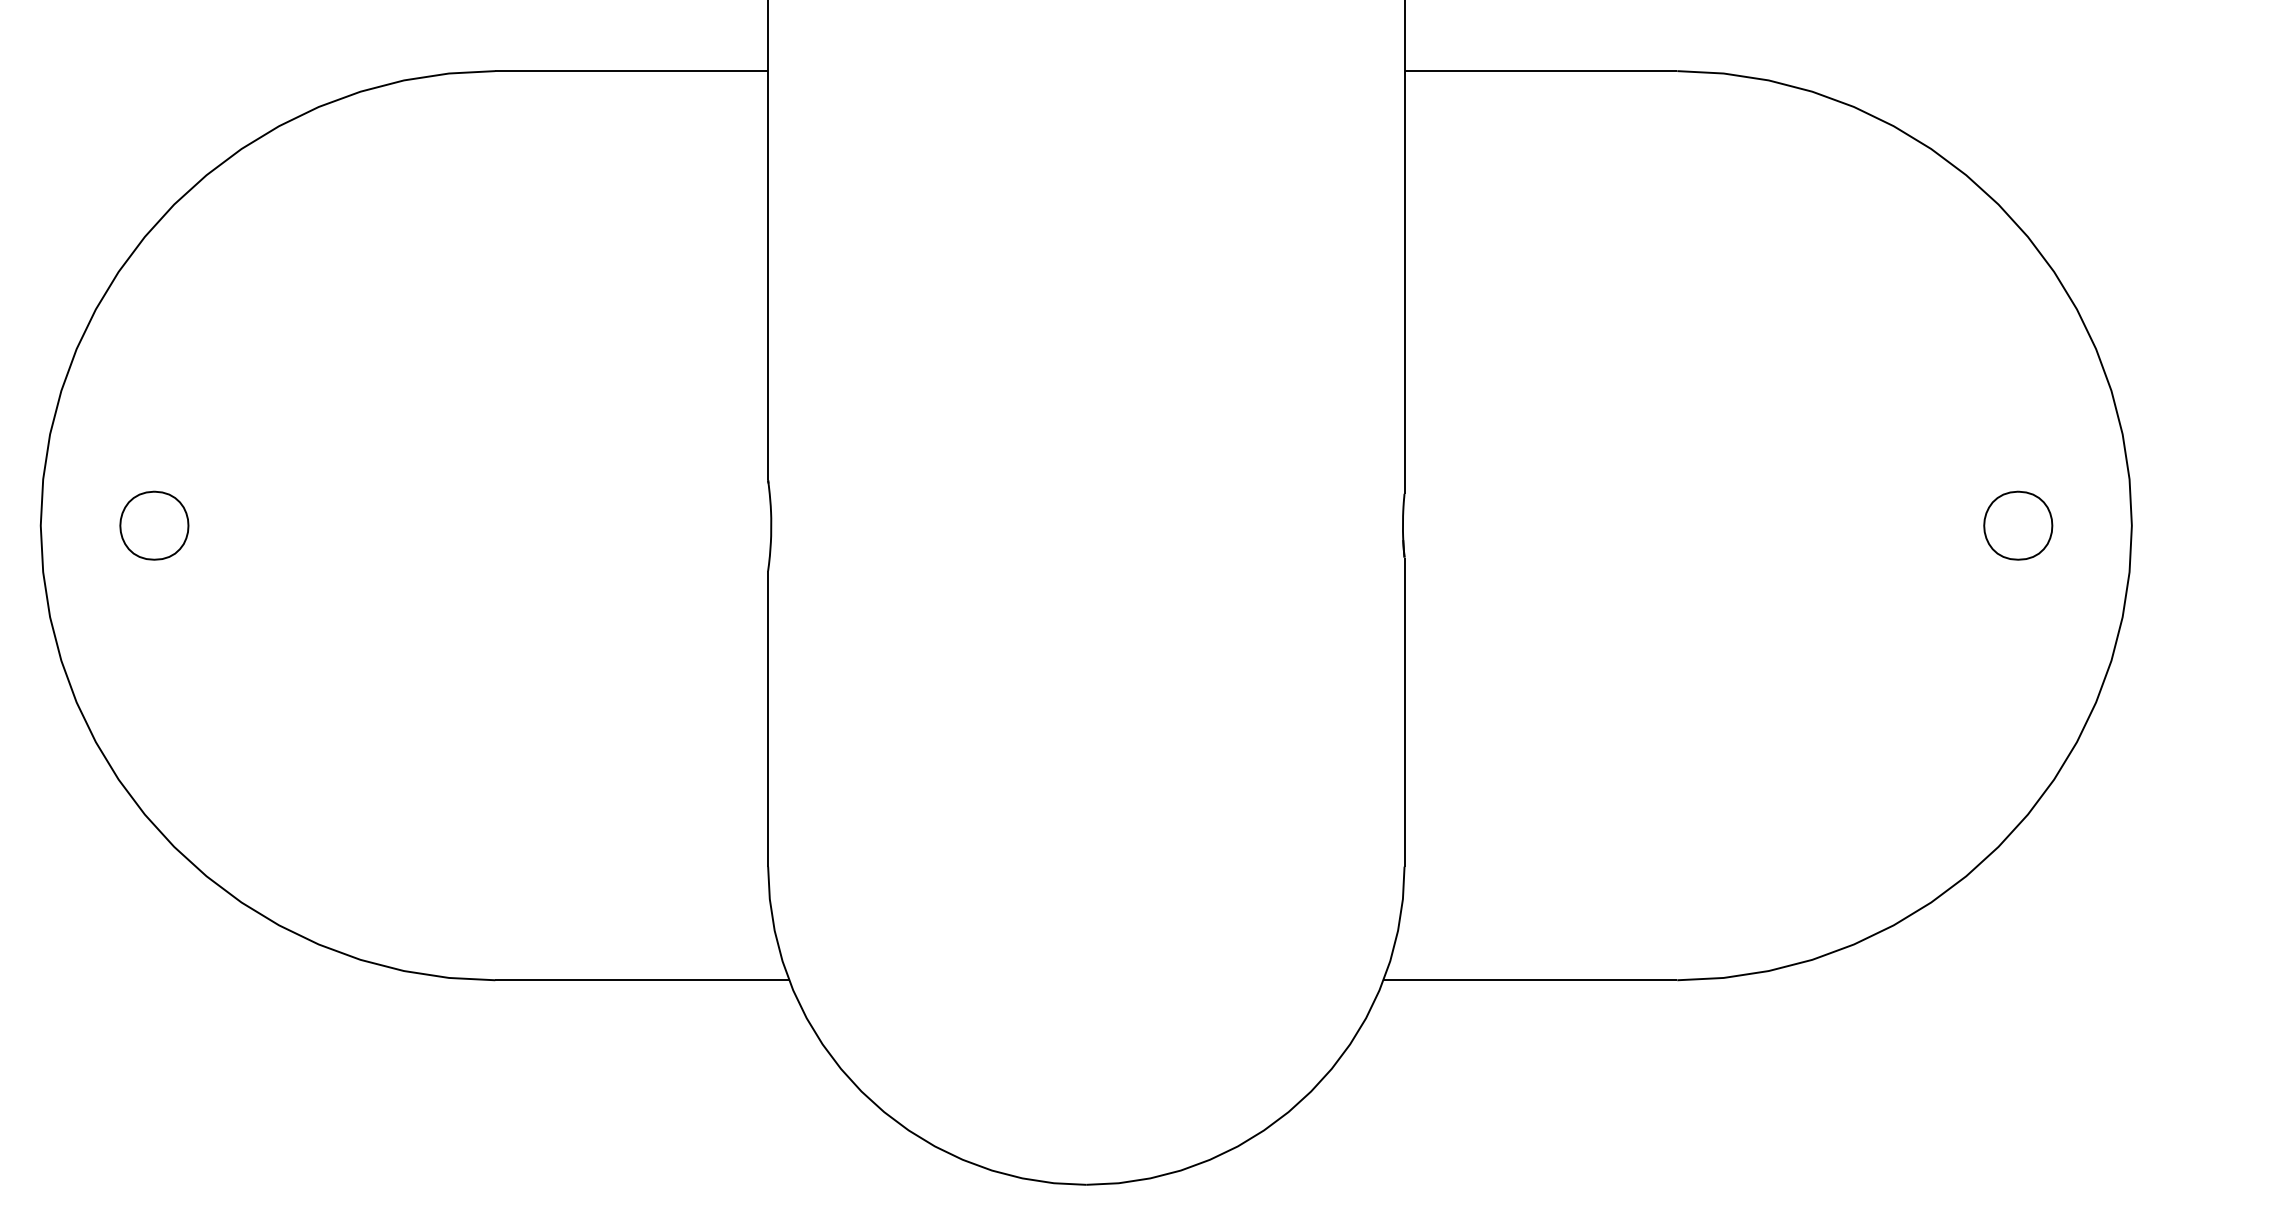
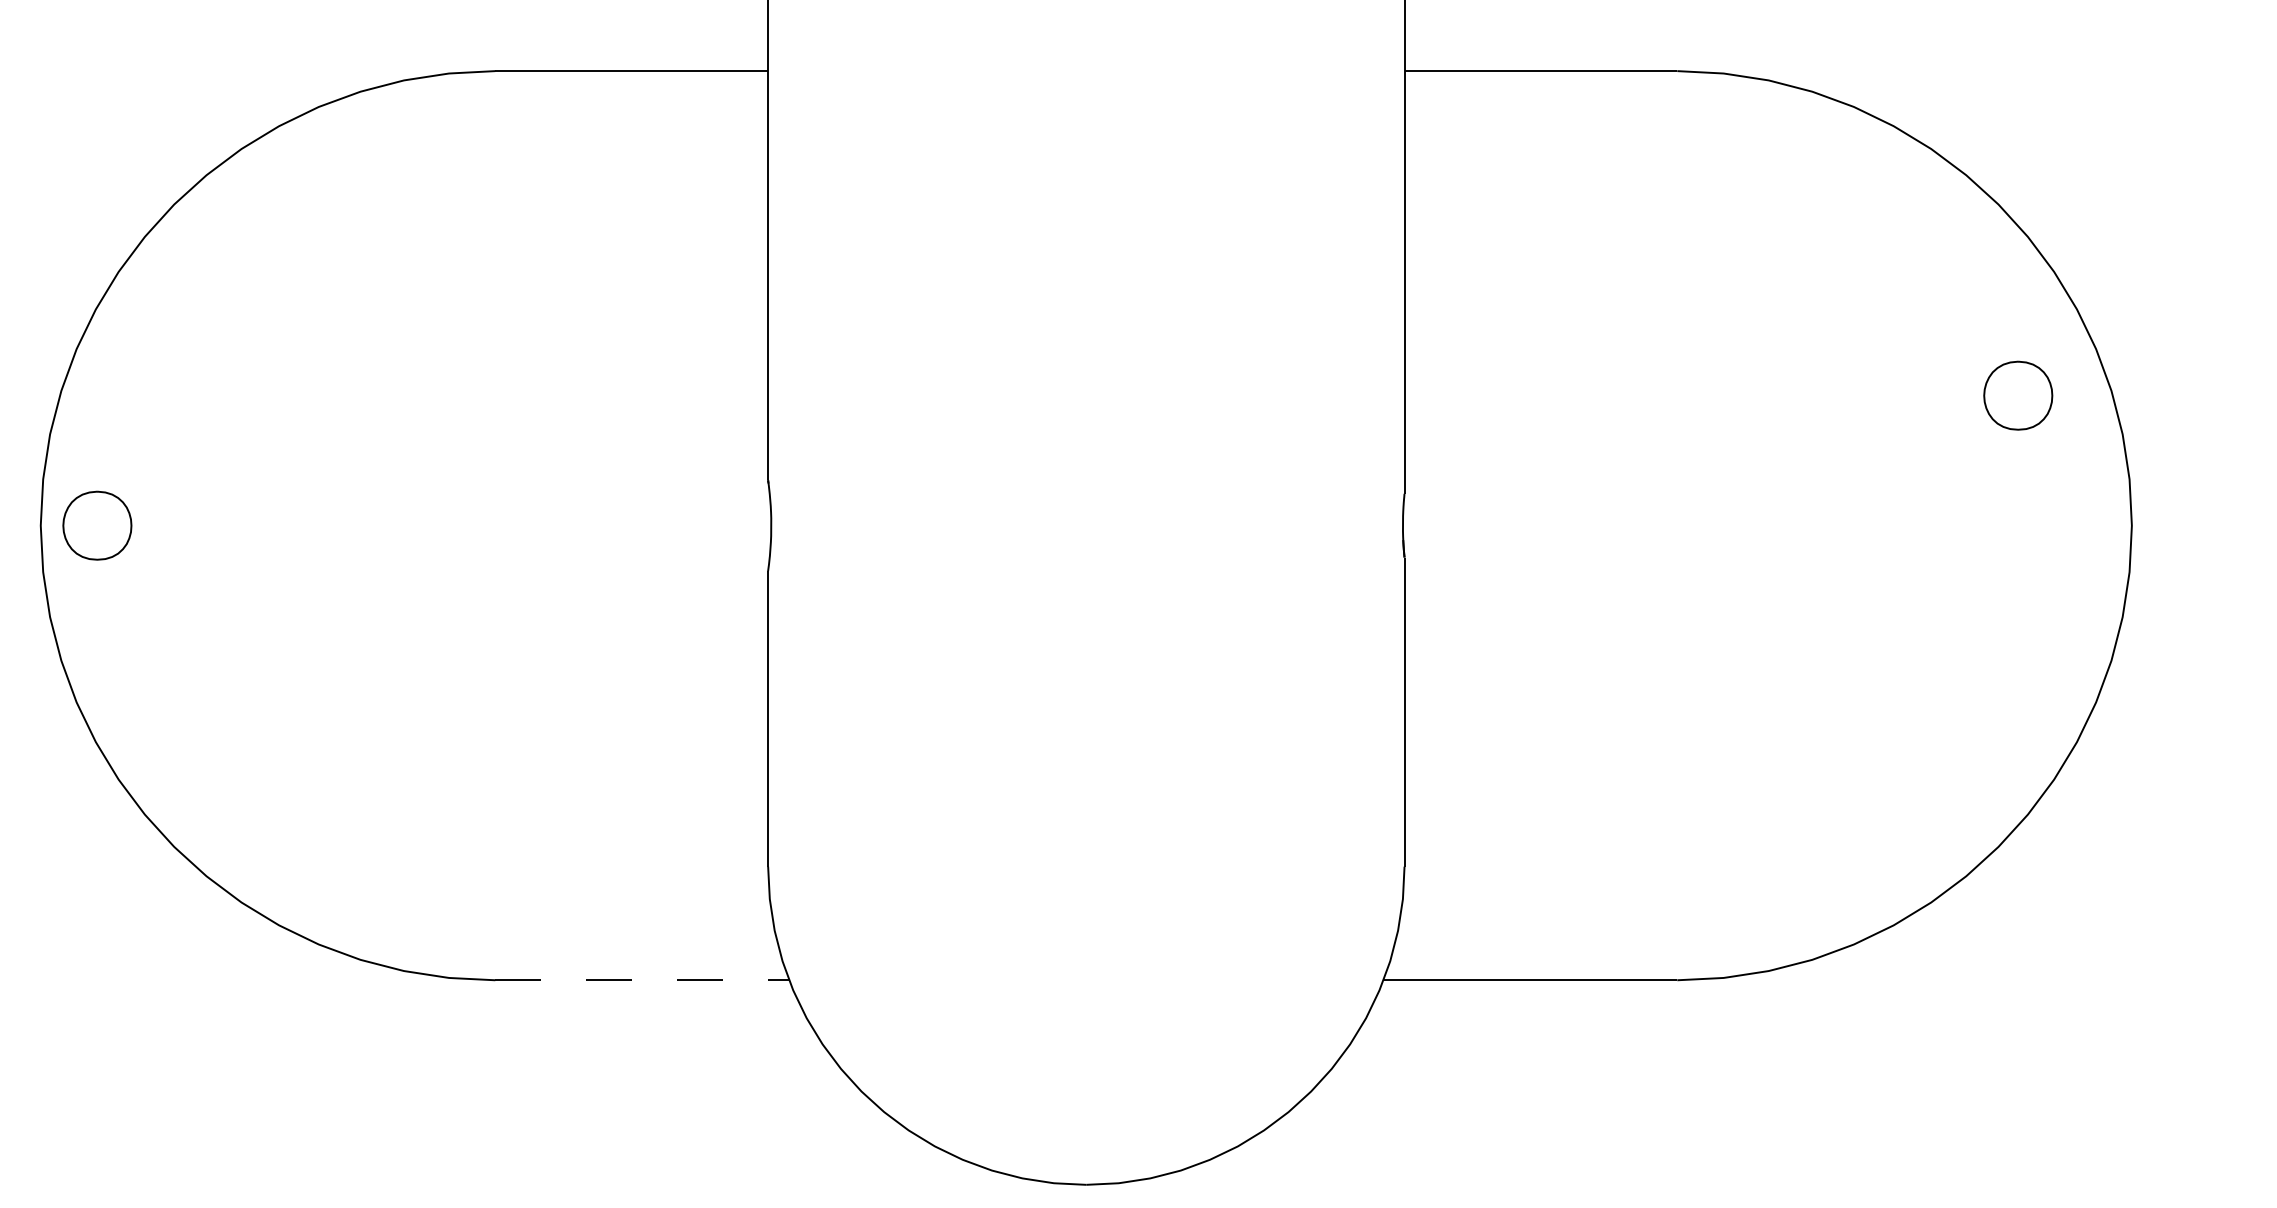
part at (154, 525) position: (154, 525) -> (97, 525)
part at (2018, 525) position: (2018, 525) -> (2018, 395)
line at (642, 980): solid -> dashed
